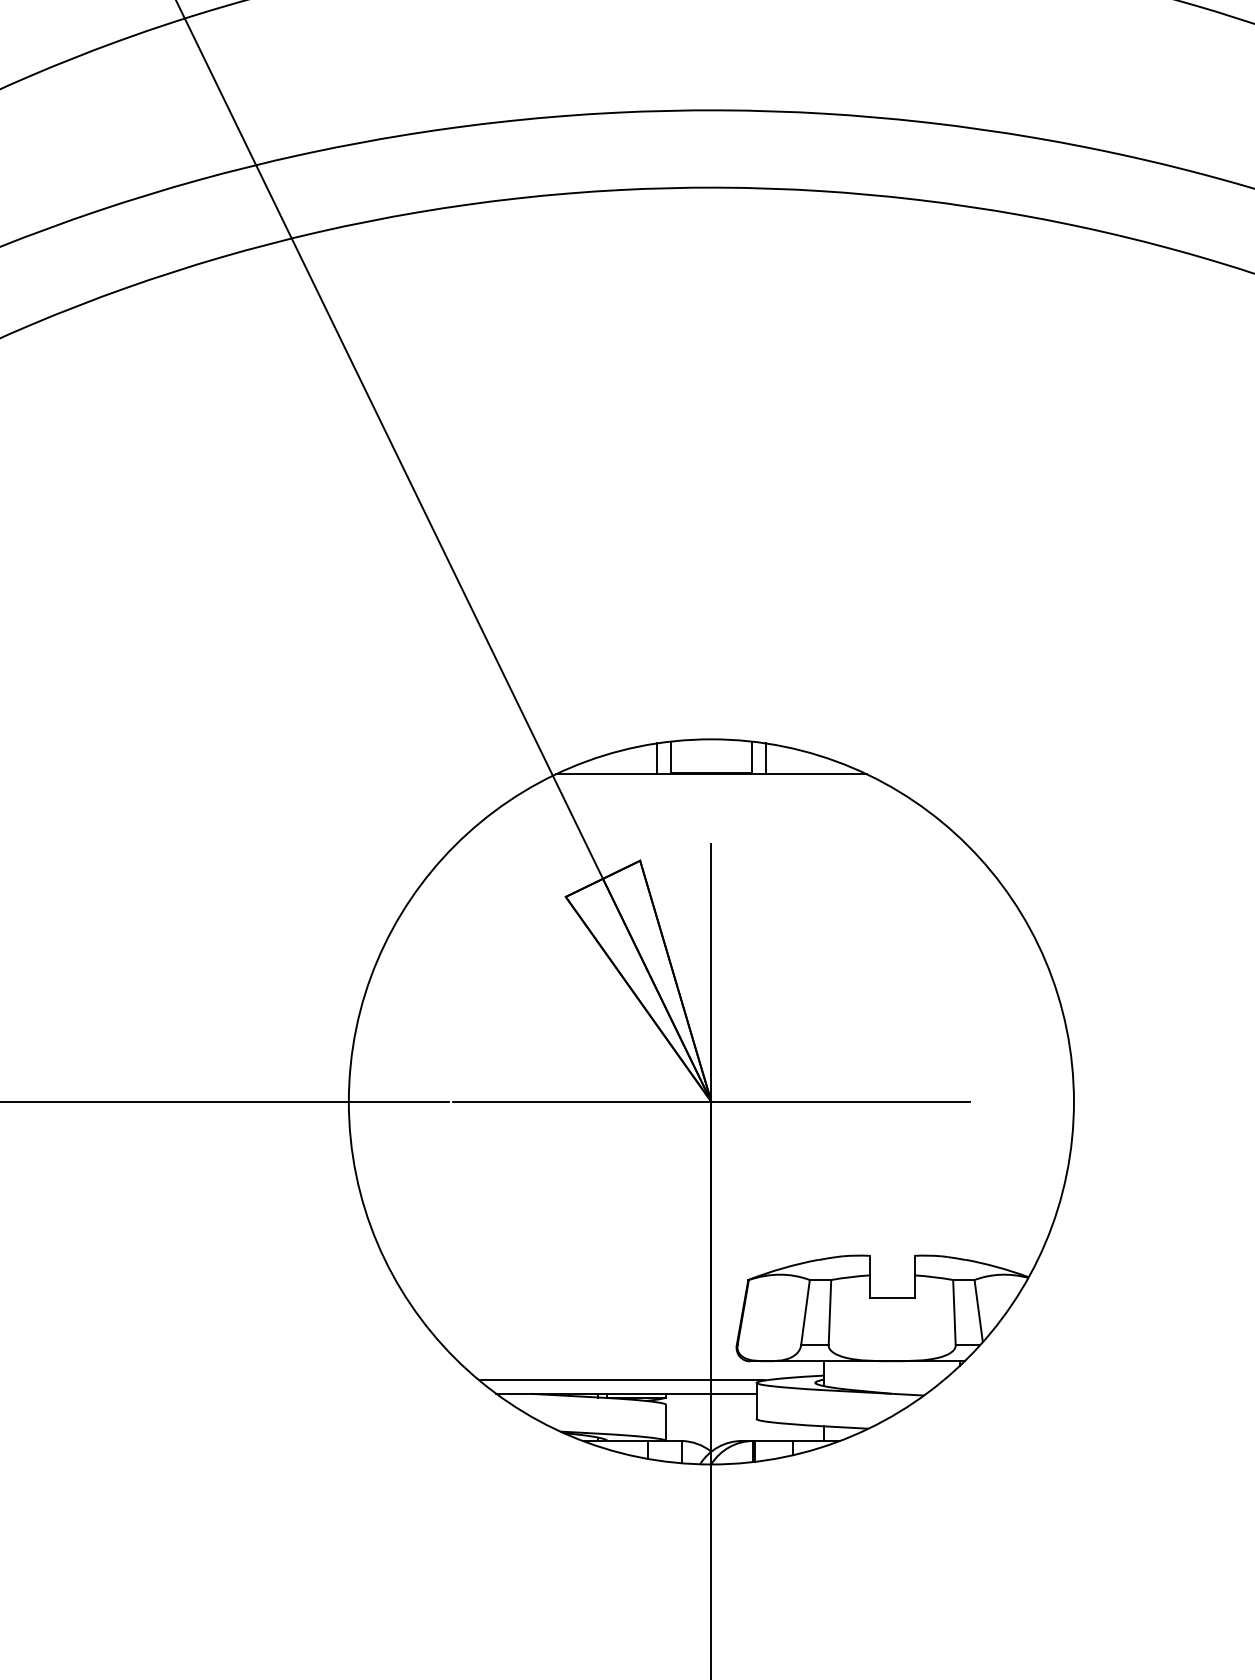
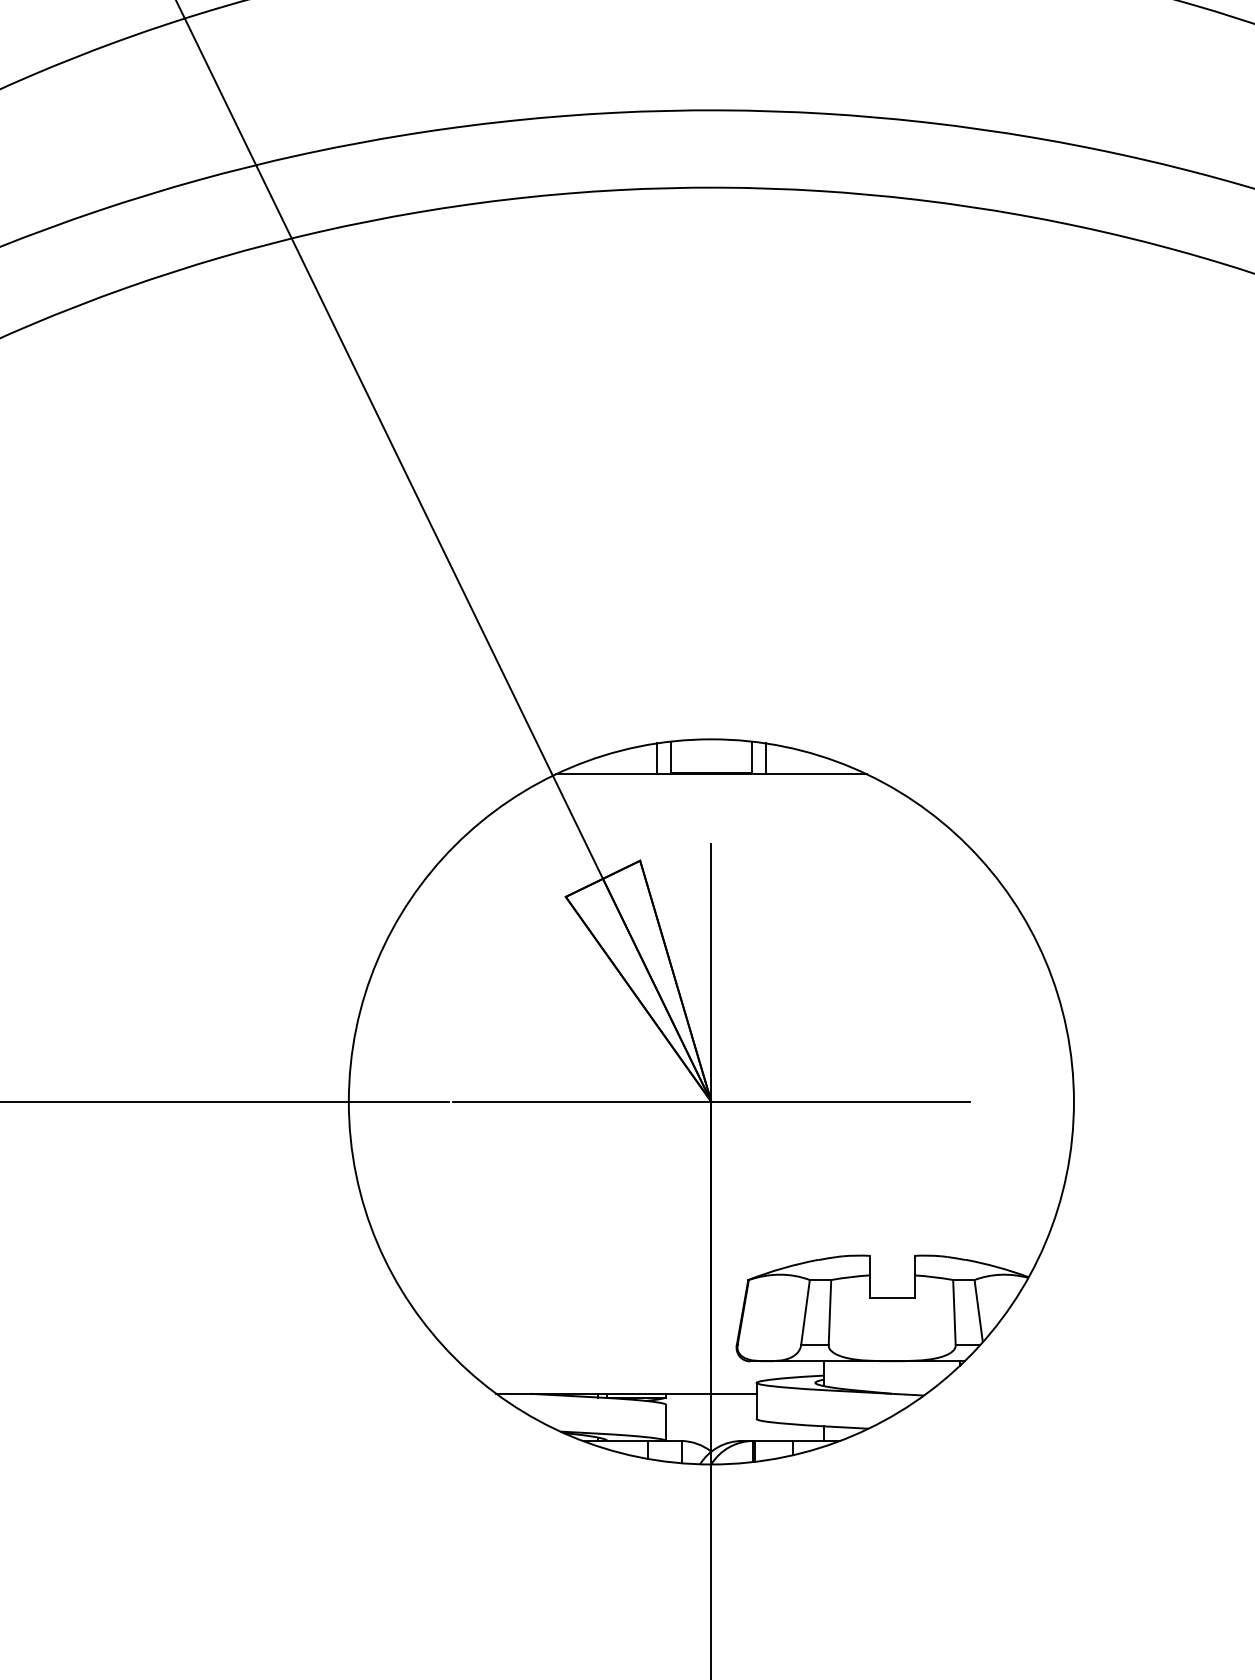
line at (622, 1380): present -> none
